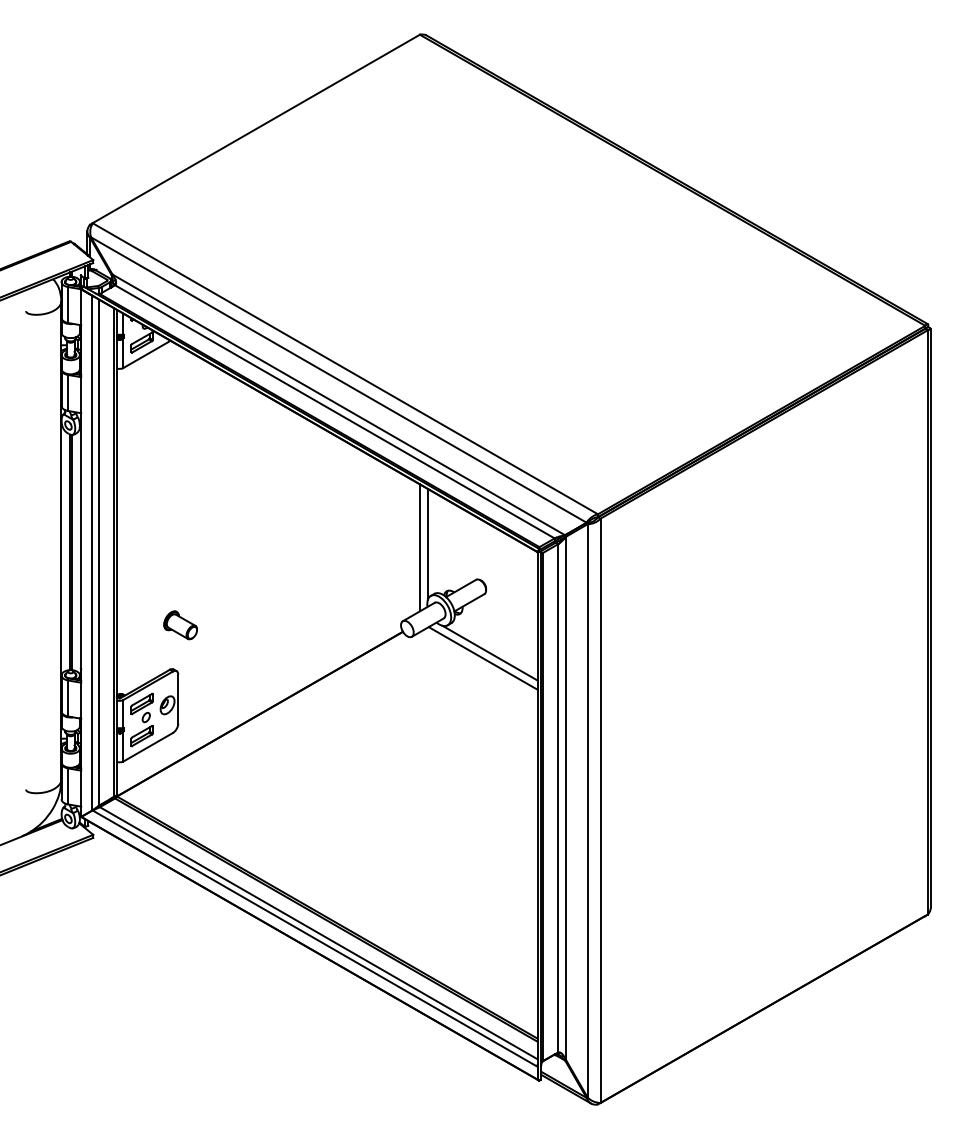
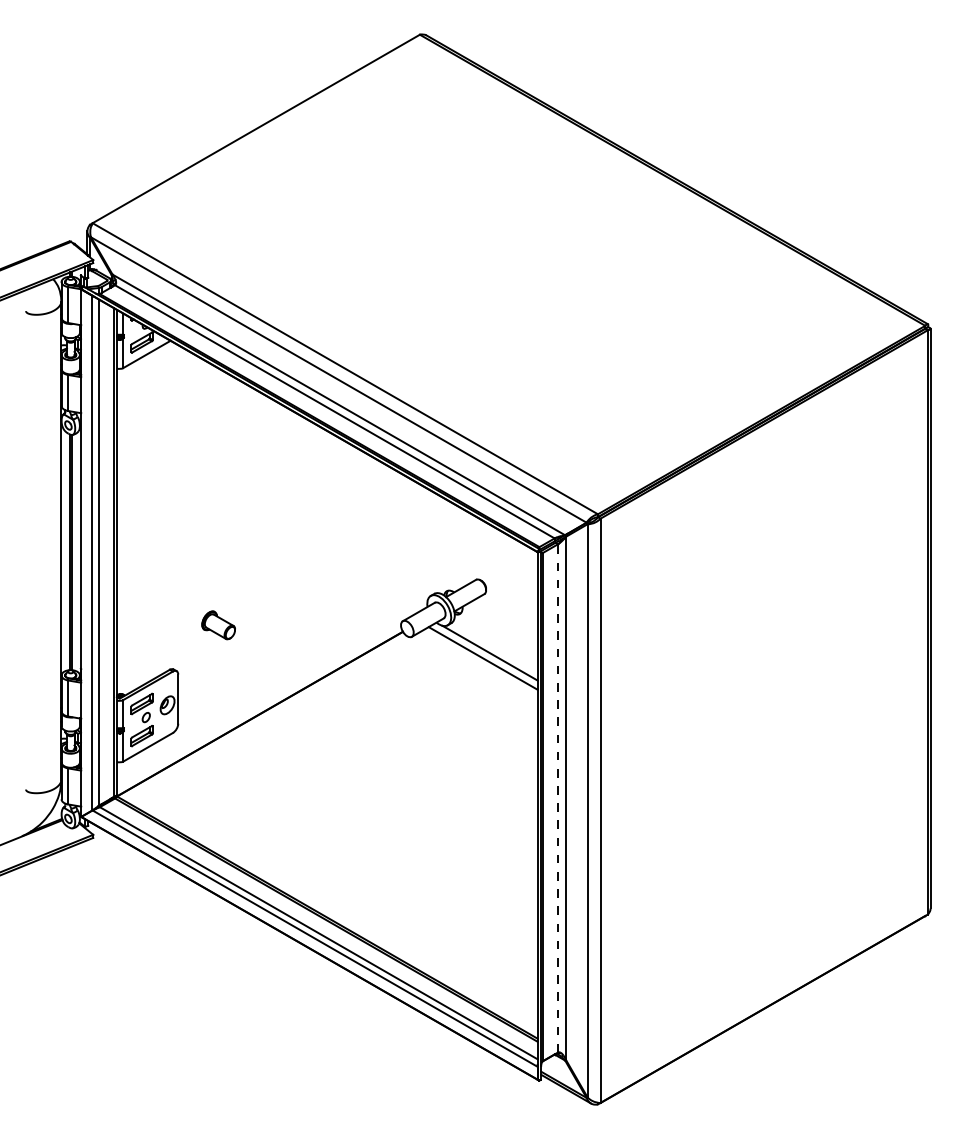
line at (427, 543): present -> none
line at (419, 547): present -> none
part at (180, 625) position: (180, 625) -> (218, 625)
line at (558, 797): solid -> dashed
